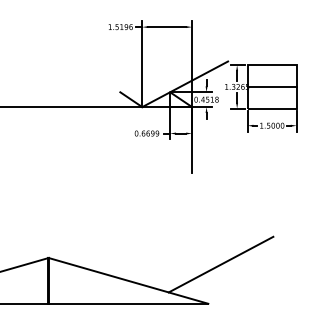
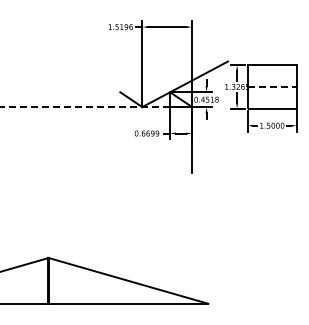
line at (272, 86): solid -> dashed
line at (96, 107): solid -> dashed
line at (220, 264): present -> none
